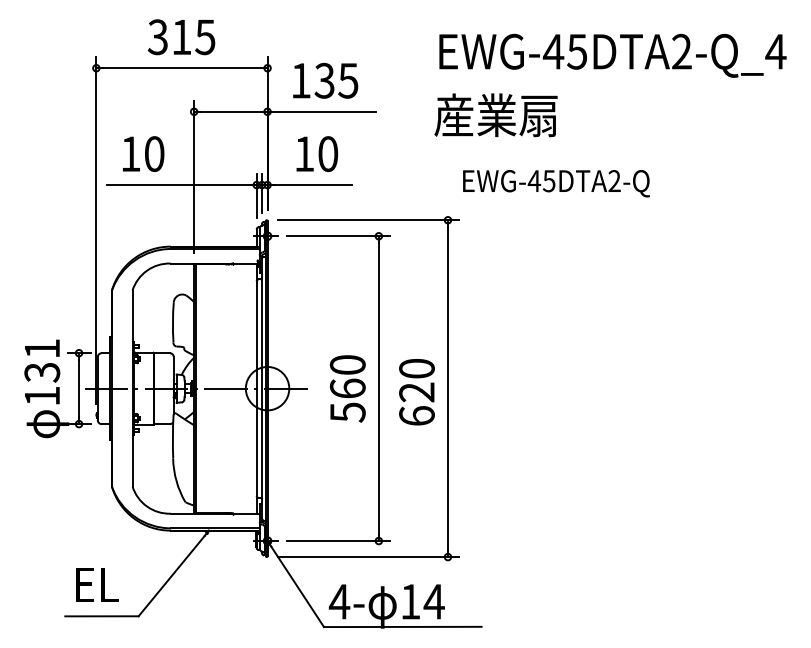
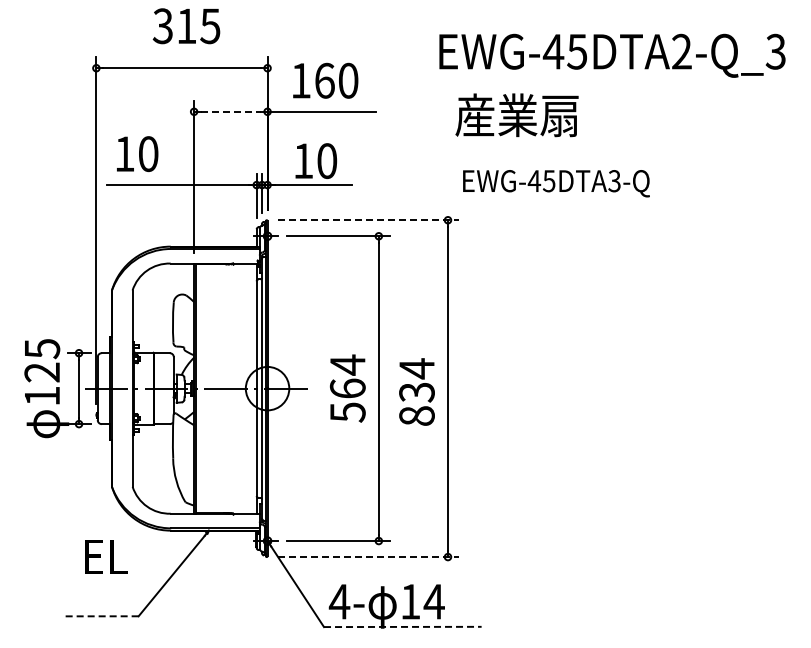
text at (181, 37) position: (181, 37) -> (186, 26)
text at (775, 51): EWG-45DTA2-Q_4 -> EWG-45DTA2-Q_3
text at (336, 80): 135 -> 160
line at (231, 111): solid -> dashed
text at (495, 115) position: (495, 115) -> (516, 115)
text at (143, 153) position: (143, 153) -> (137, 153)
text at (317, 153) position: (317, 153) -> (316, 160)
text at (614, 181): EWG-45DTA2-Q -> EWG-45DTA3-Q
line at (368, 220): solid -> dashed
text at (42, 360): 131 -> 125
text at (347, 364): 560 -> 564
text at (416, 391): 620 -> 834
line at (368, 557): solid -> dashed
text at (97, 584) position: (97, 584) -> (106, 556)
line at (101, 616): solid -> dashed
line at (402, 626): solid -> dashed
